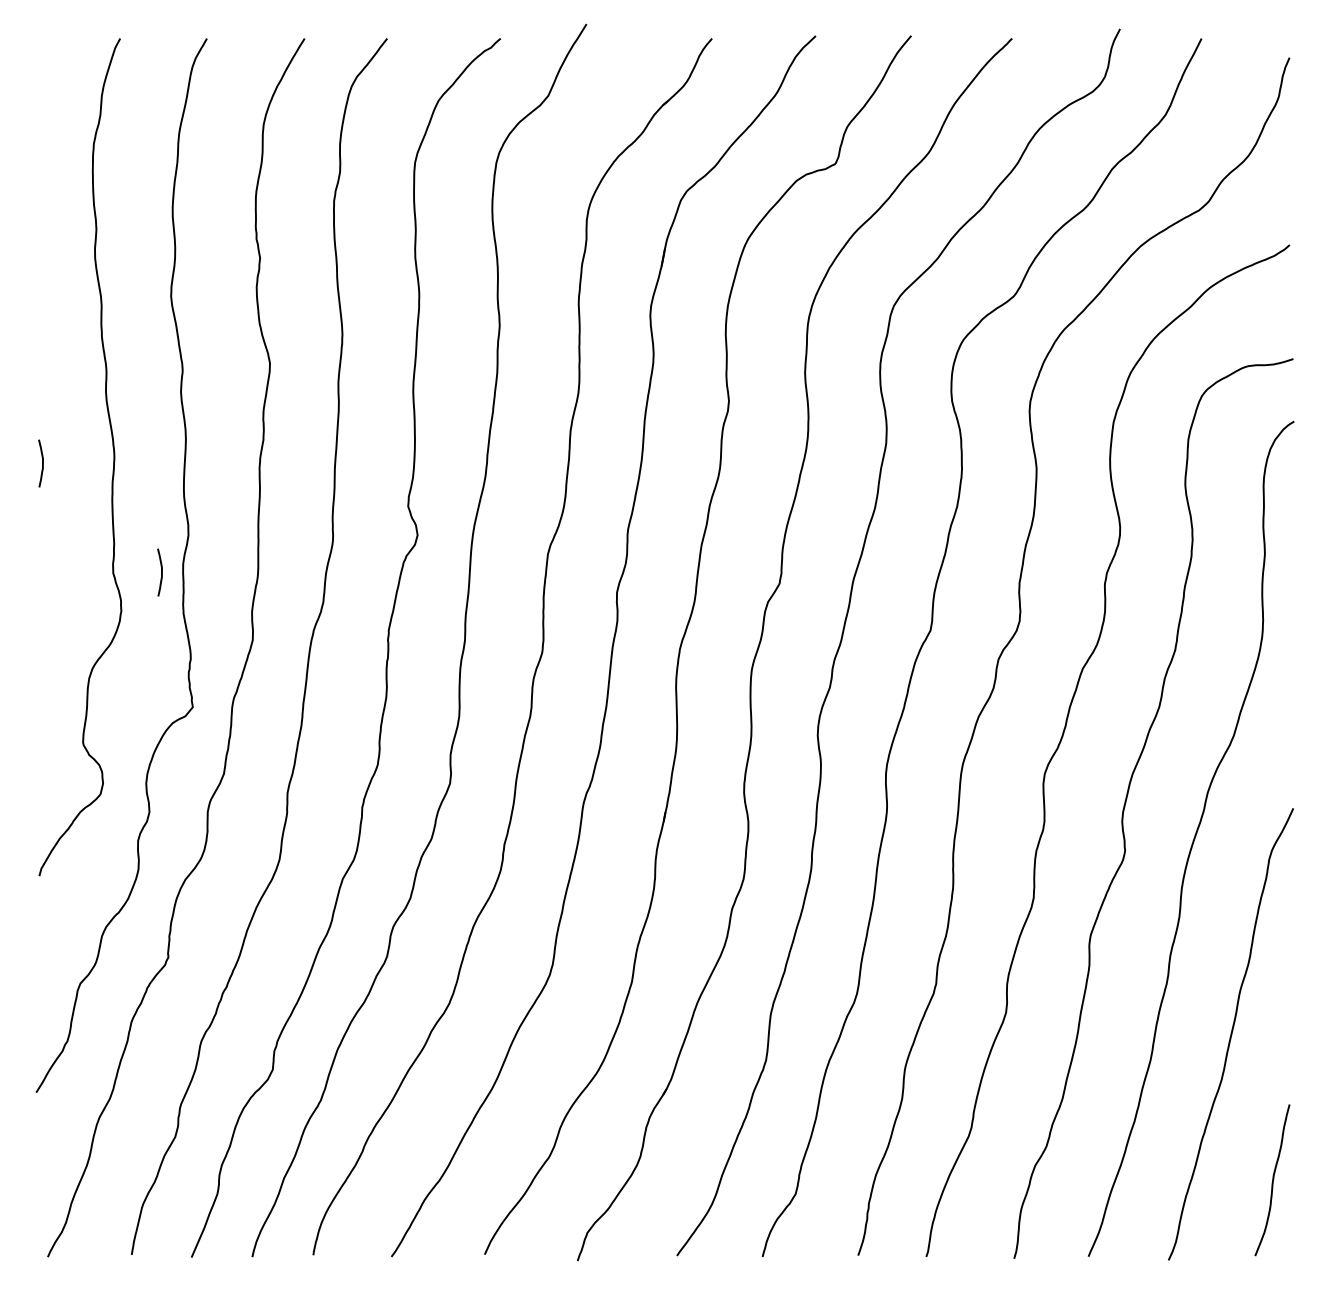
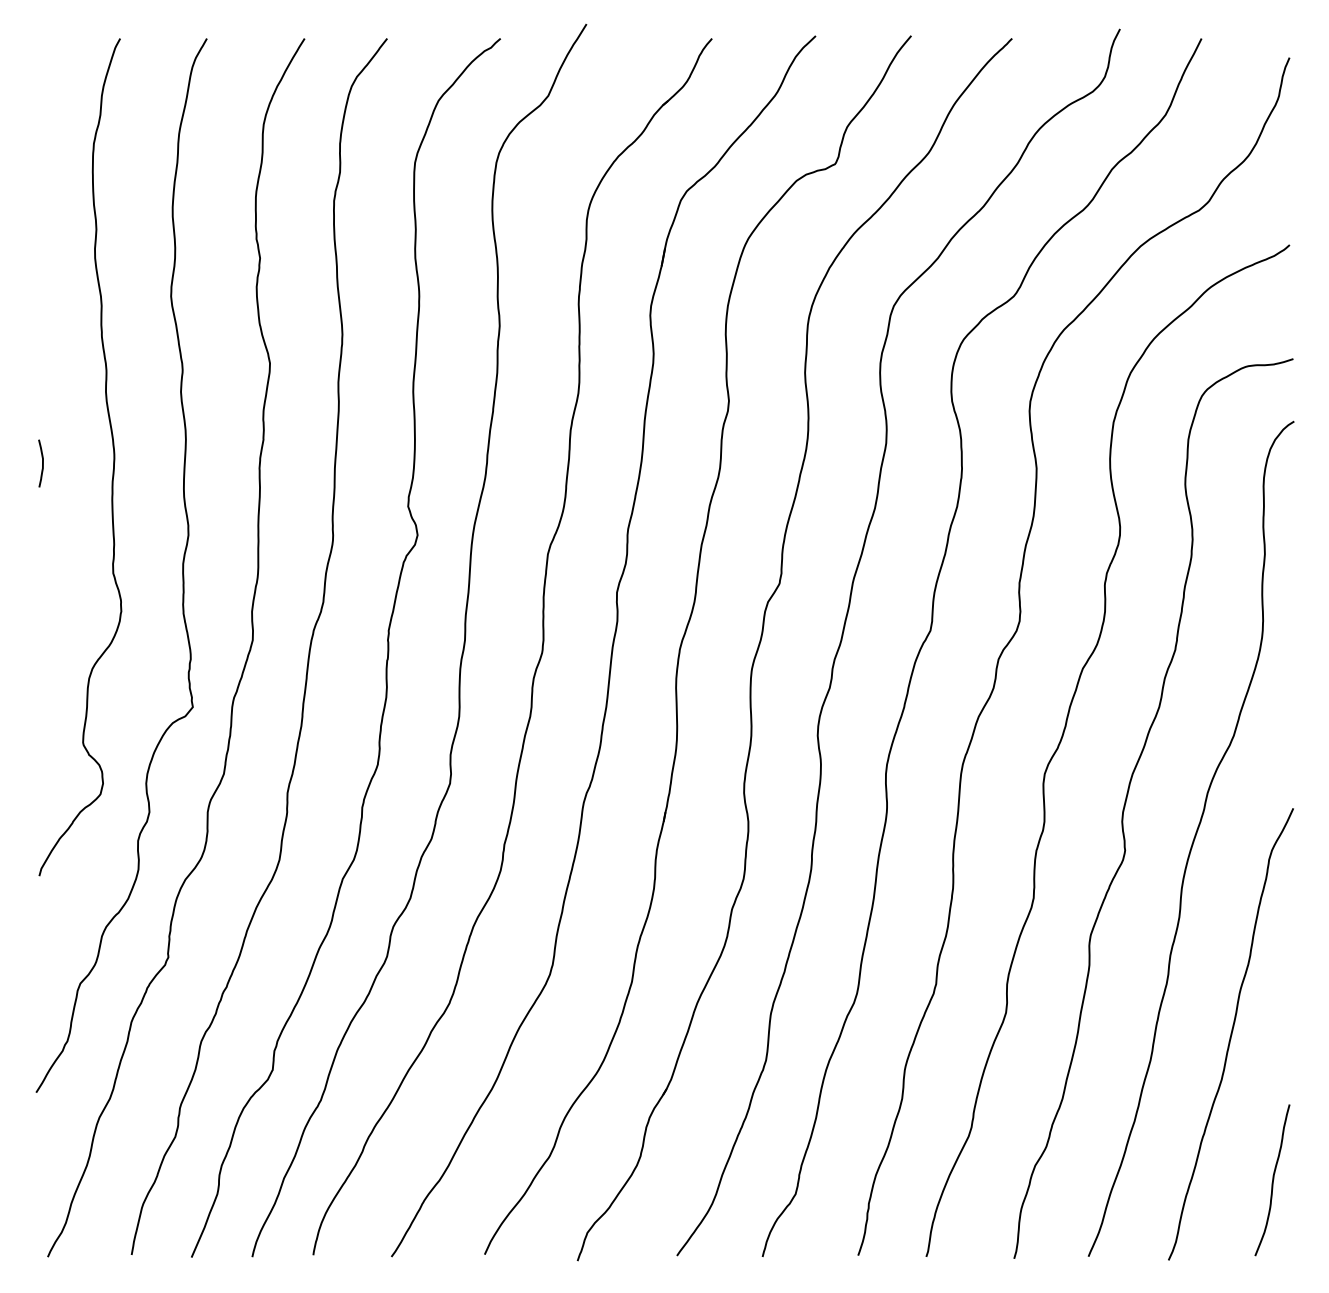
curve at (161, 572): present -> none
